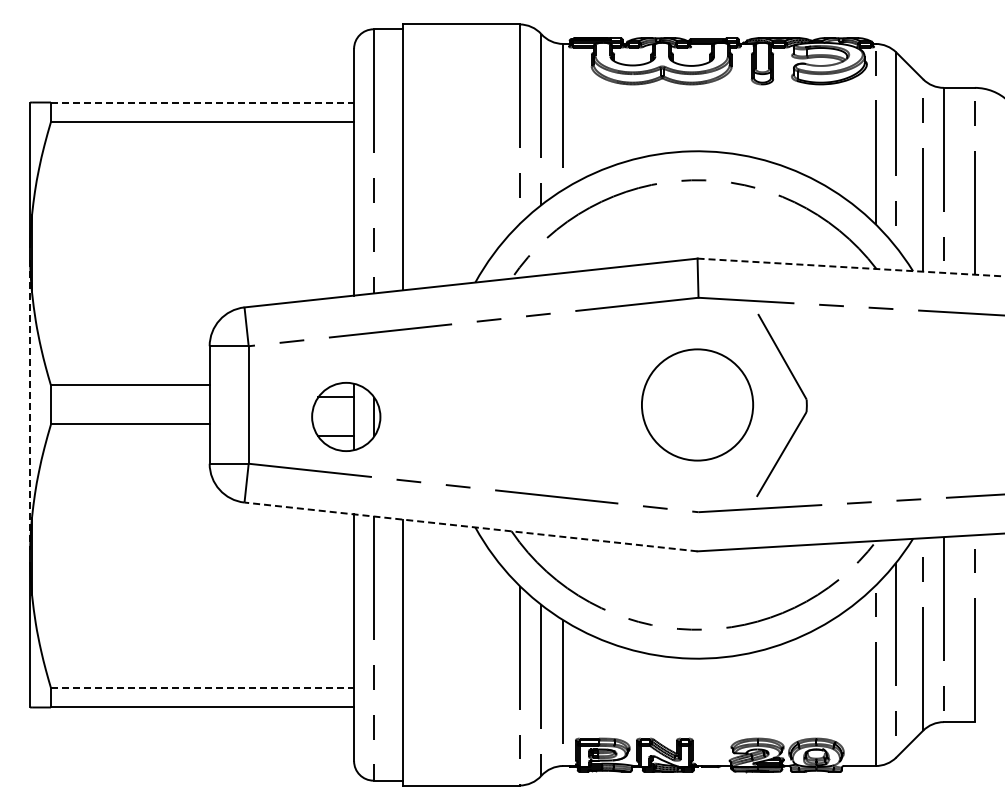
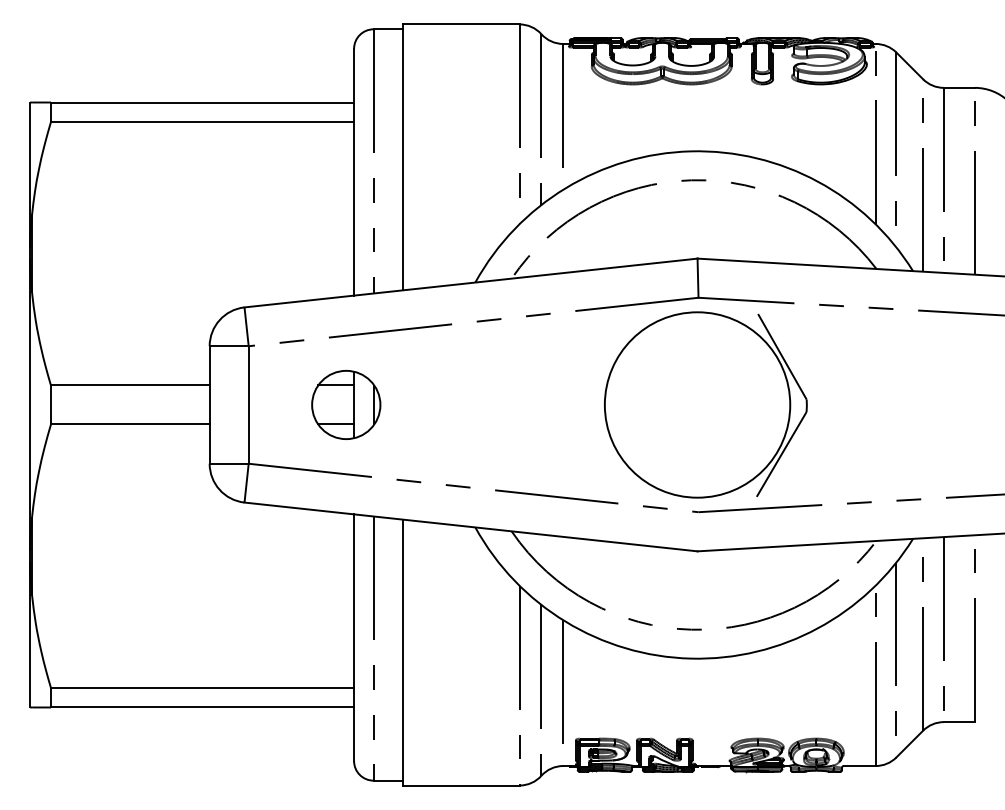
line at (202, 102): dashed -> solid
line at (851, 267): dashed -> solid
circle at (697, 404) diameter: 111 px -> 185 px
line at (30, 405): dashed -> solid
part at (346, 416) position: (346, 416) -> (346, 404)
line at (471, 526): dashed -> solid
line at (202, 687): dashed -> solid
